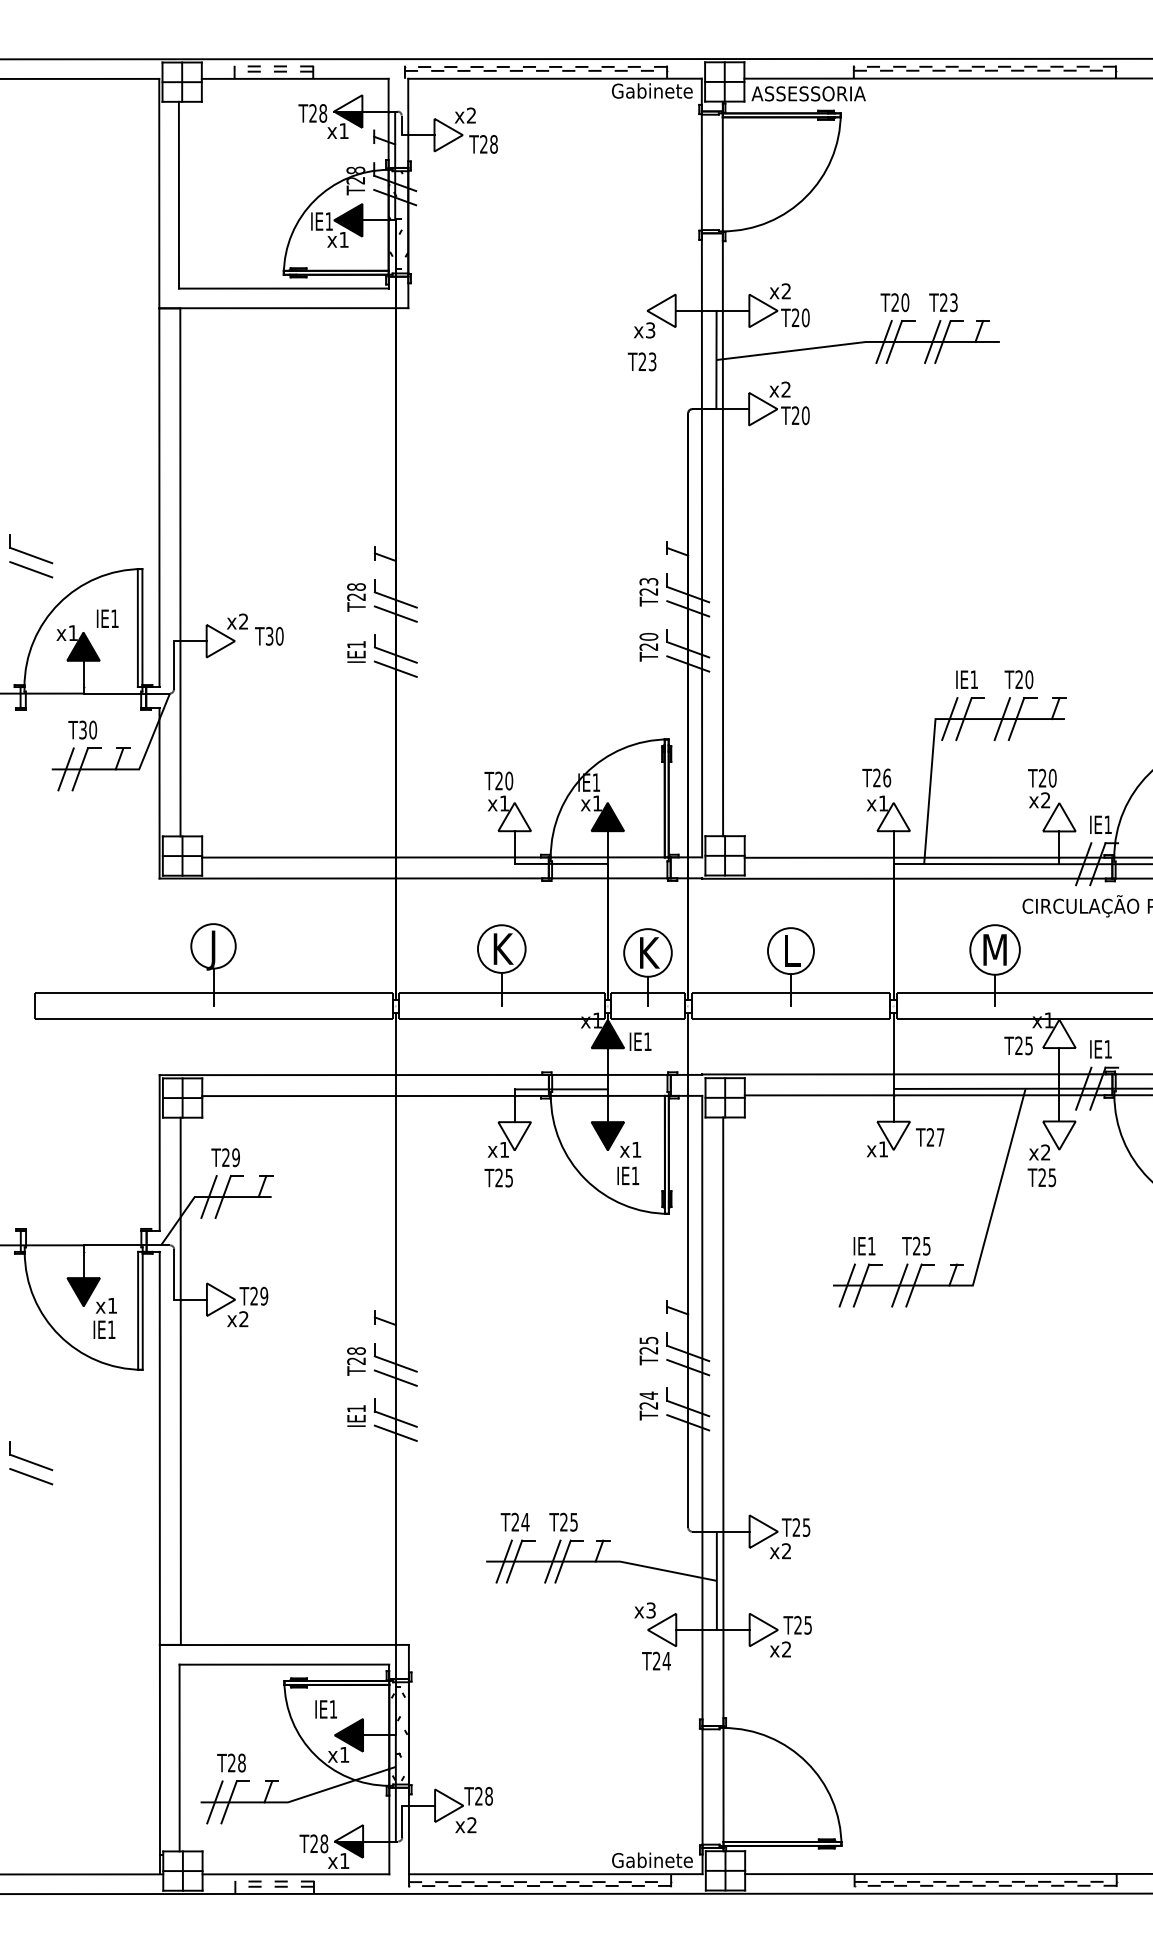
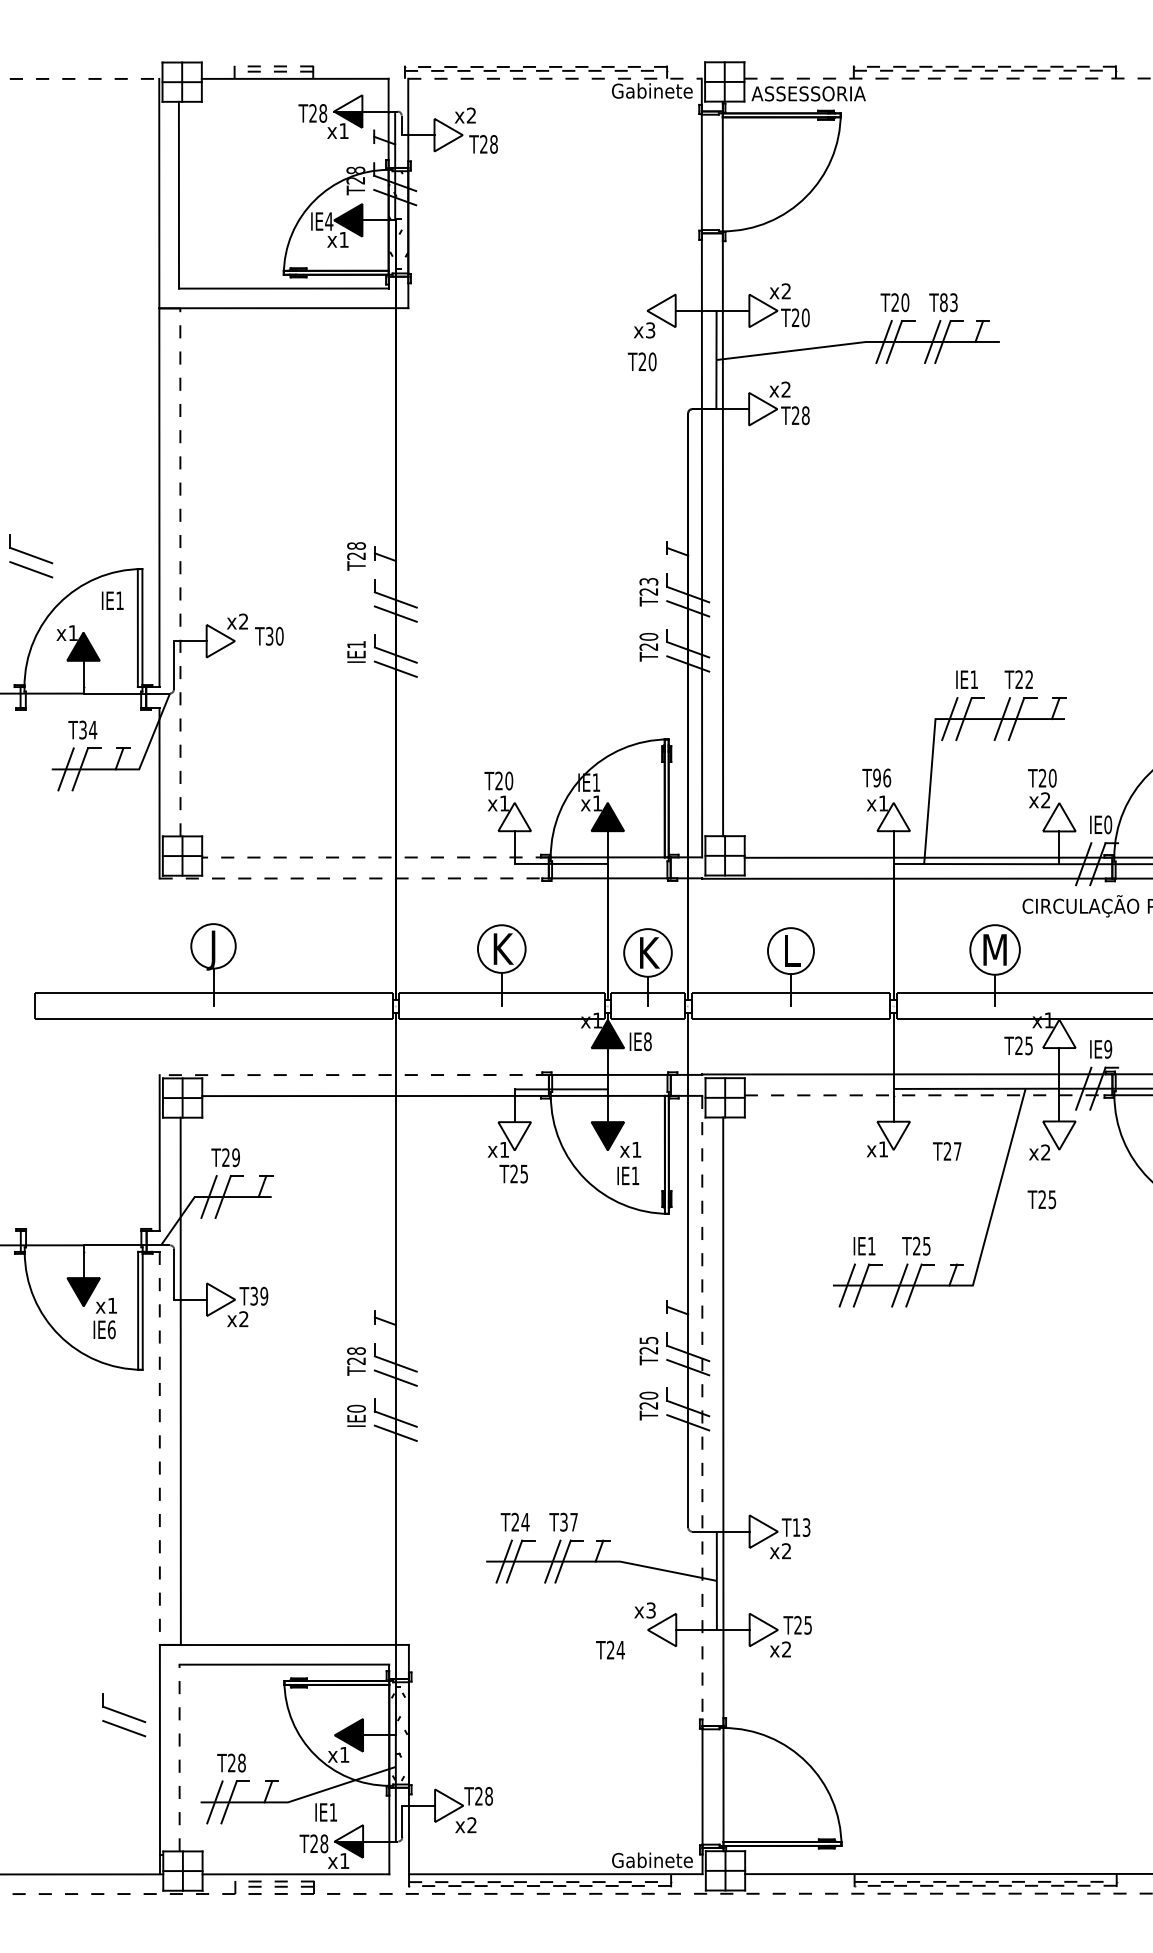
line at (575, 58): present -> none
line at (80, 78): solid -> dashed
line at (555, 78): solid -> dashed
line at (949, 78): solid -> dashed
text at (329, 221): IE1 -> IE4
text at (943, 302): T23 -> T83
text at (652, 361): T23 -> T20
text at (805, 415): T20 -> T28
line at (180, 572): solid -> dashed
text at (356, 597) position: (356, 597) -> (356, 556)
text at (107, 618) position: (107, 618) -> (112, 600)
text at (1029, 679): T20 -> T22
text at (93, 729): T30 -> T34
text at (876, 777): T26 -> T96
text at (1108, 824): IE1 -> IE0
line at (374, 857): solid -> dashed
line at (354, 878): solid -> dashed
text at (647, 1041): IE1 -> IE8
text at (1108, 1049): IE1 -> IE9
line at (354, 1075): solid -> dashed
line at (928, 1095): solid -> dashed
text at (930, 1137) position: (930, 1137) -> (947, 1151)
text at (498, 1177) position: (498, 1177) -> (513, 1173)
text at (1041, 1177) position: (1041, 1177) -> (1041, 1199)
text at (253, 1296): T29 -> T39
text at (111, 1329): IE1 -> IE6
text at (648, 1395): T24 -> T20
text at (356, 1408): IE1 -> IE0
line at (702, 1411): solid -> dashed
line at (159, 1448): solid -> dashed
part at (31, 1463) position: (31, 1463) -> (124, 1715)
text at (568, 1522): T25 -> T37
text at (801, 1527): T25 -> T13
text at (656, 1660) position: (656, 1660) -> (610, 1649)
text at (326, 1709) position: (326, 1709) -> (326, 1812)
line at (179, 1757): solid -> dashed
line at (577, 1893): solid -> dashed
